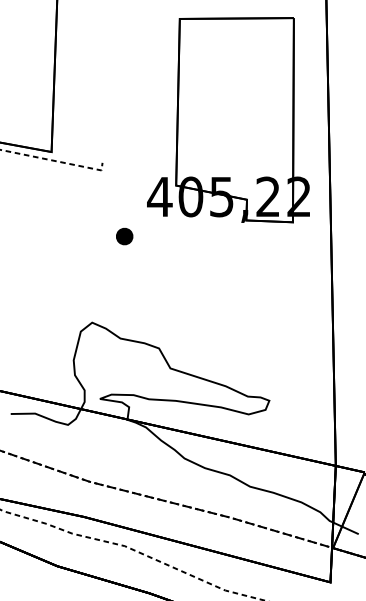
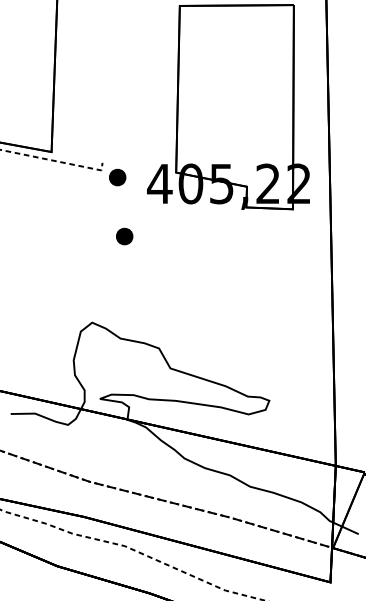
part at (228, 120) position: (228, 120) -> (228, 107)
part at (117, 177): none -> present
